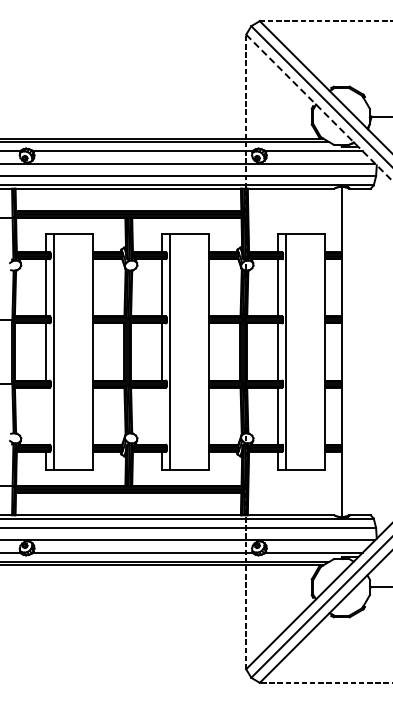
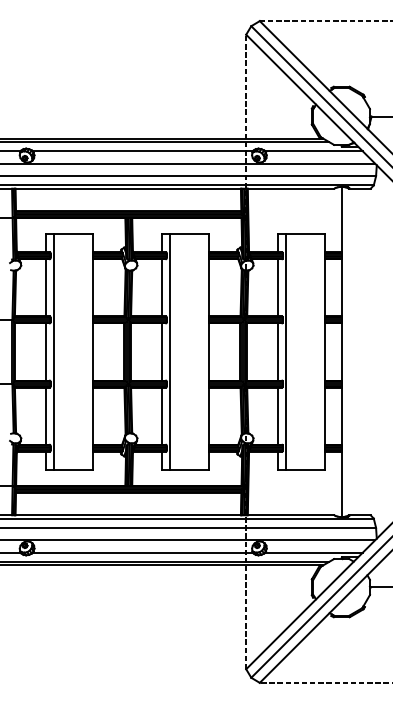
line at (319, 108): dashed -> solid
line at (46, 415): none -> present
line at (162, 415): none -> present
